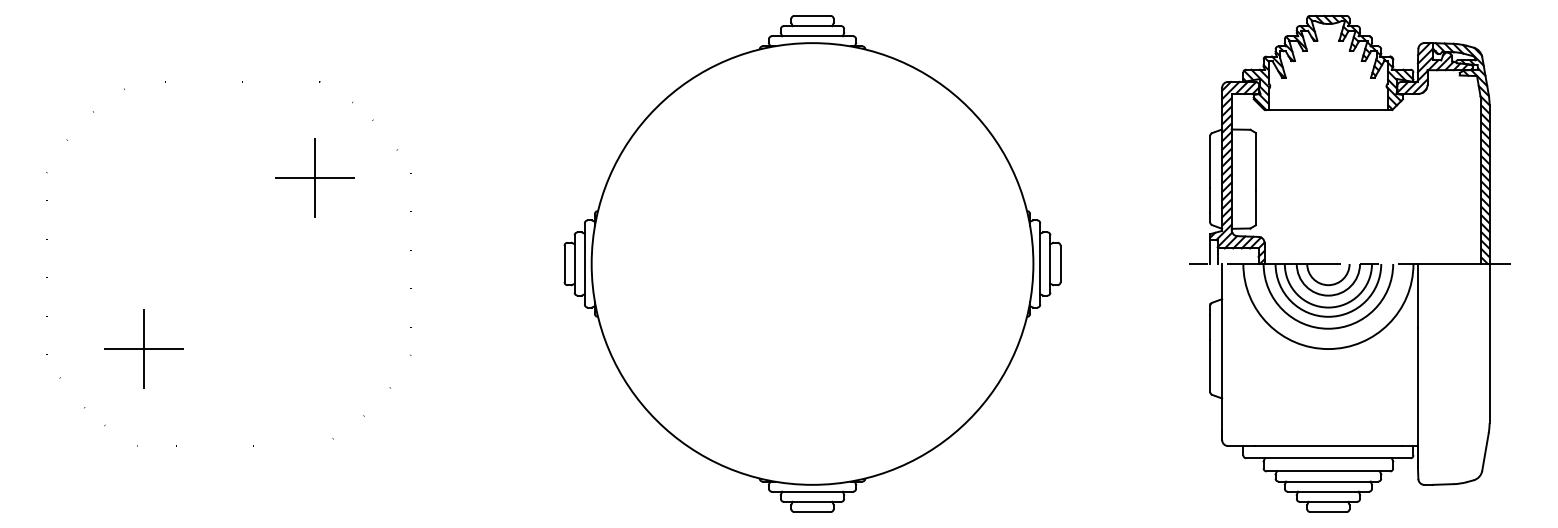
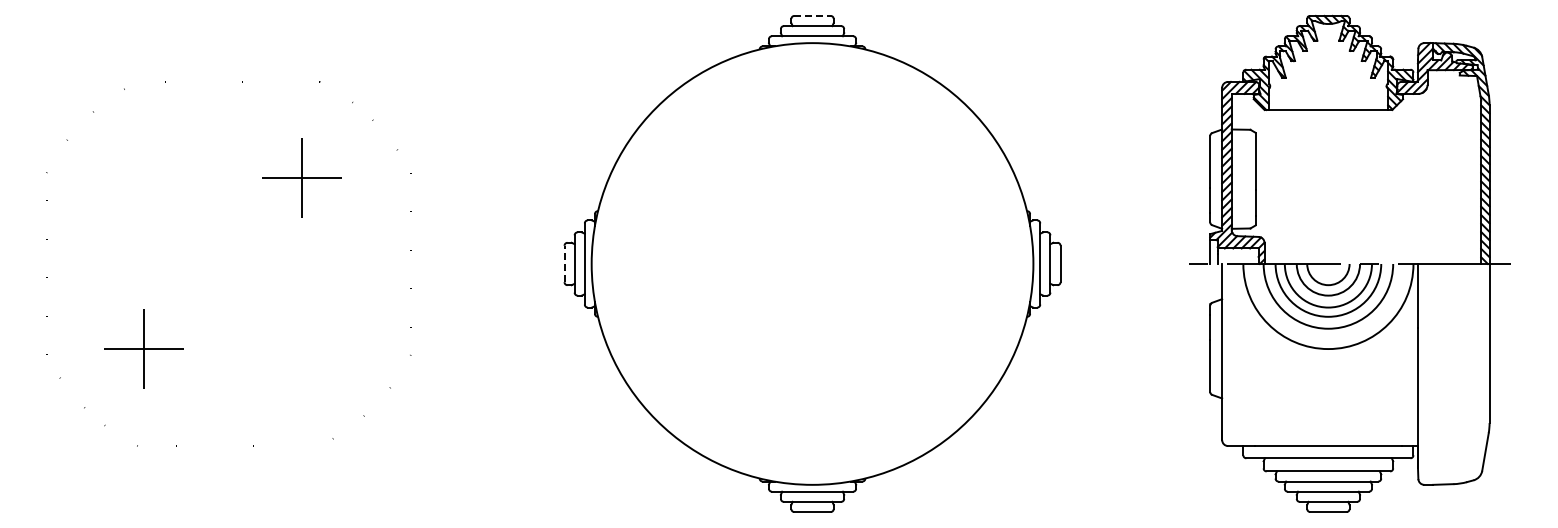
line at (813, 15): solid -> dashed
part at (314, 177) position: (314, 177) -> (301, 177)
line at (564, 263): solid -> dashed
